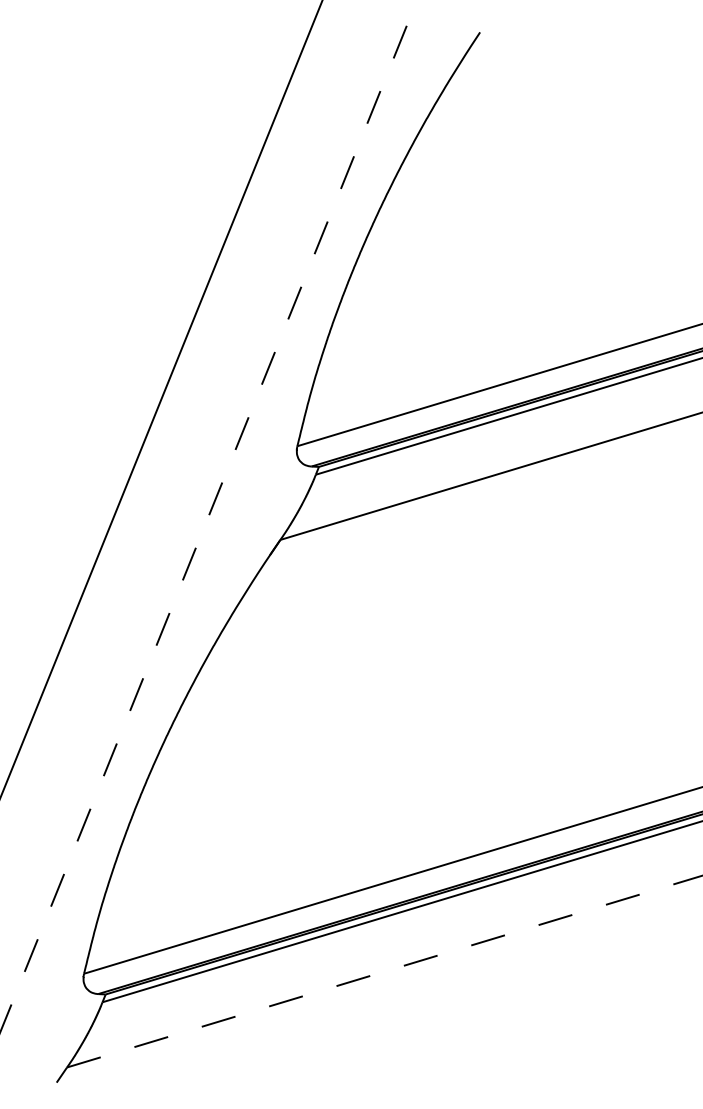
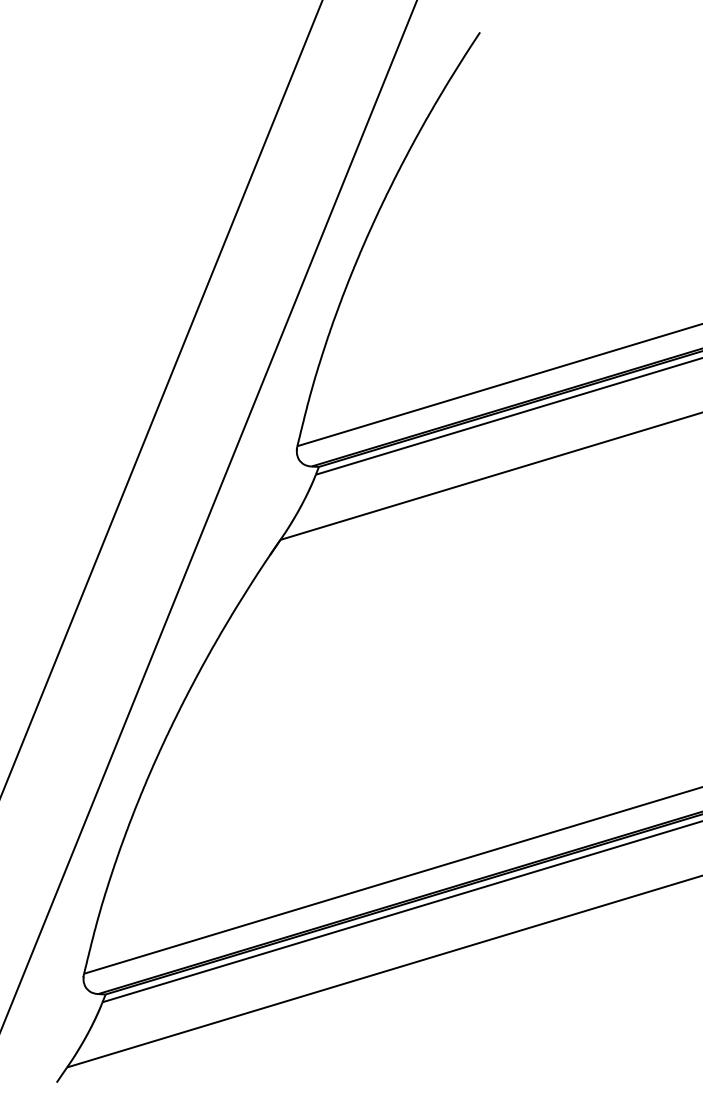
line at (208, 516): dashed -> solid
line at (384, 971): dashed -> solid
